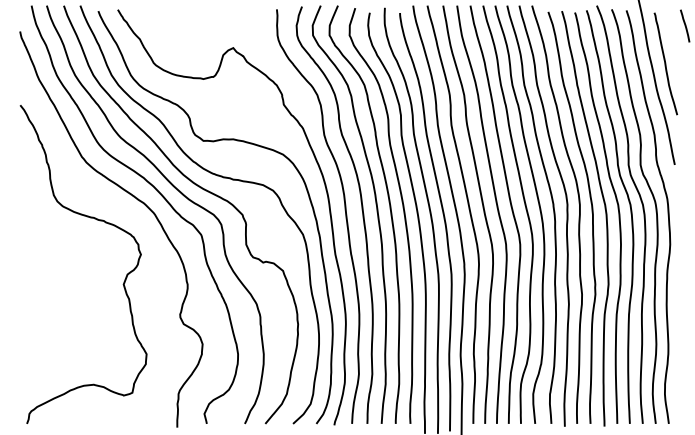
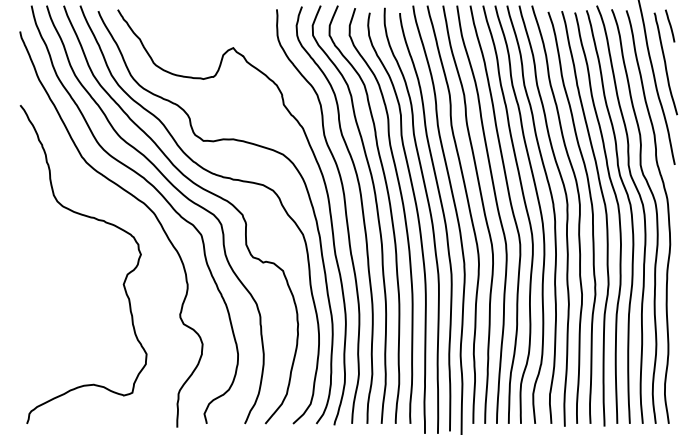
line at (685, 25) position: (685, 25) -> (670, 25)
